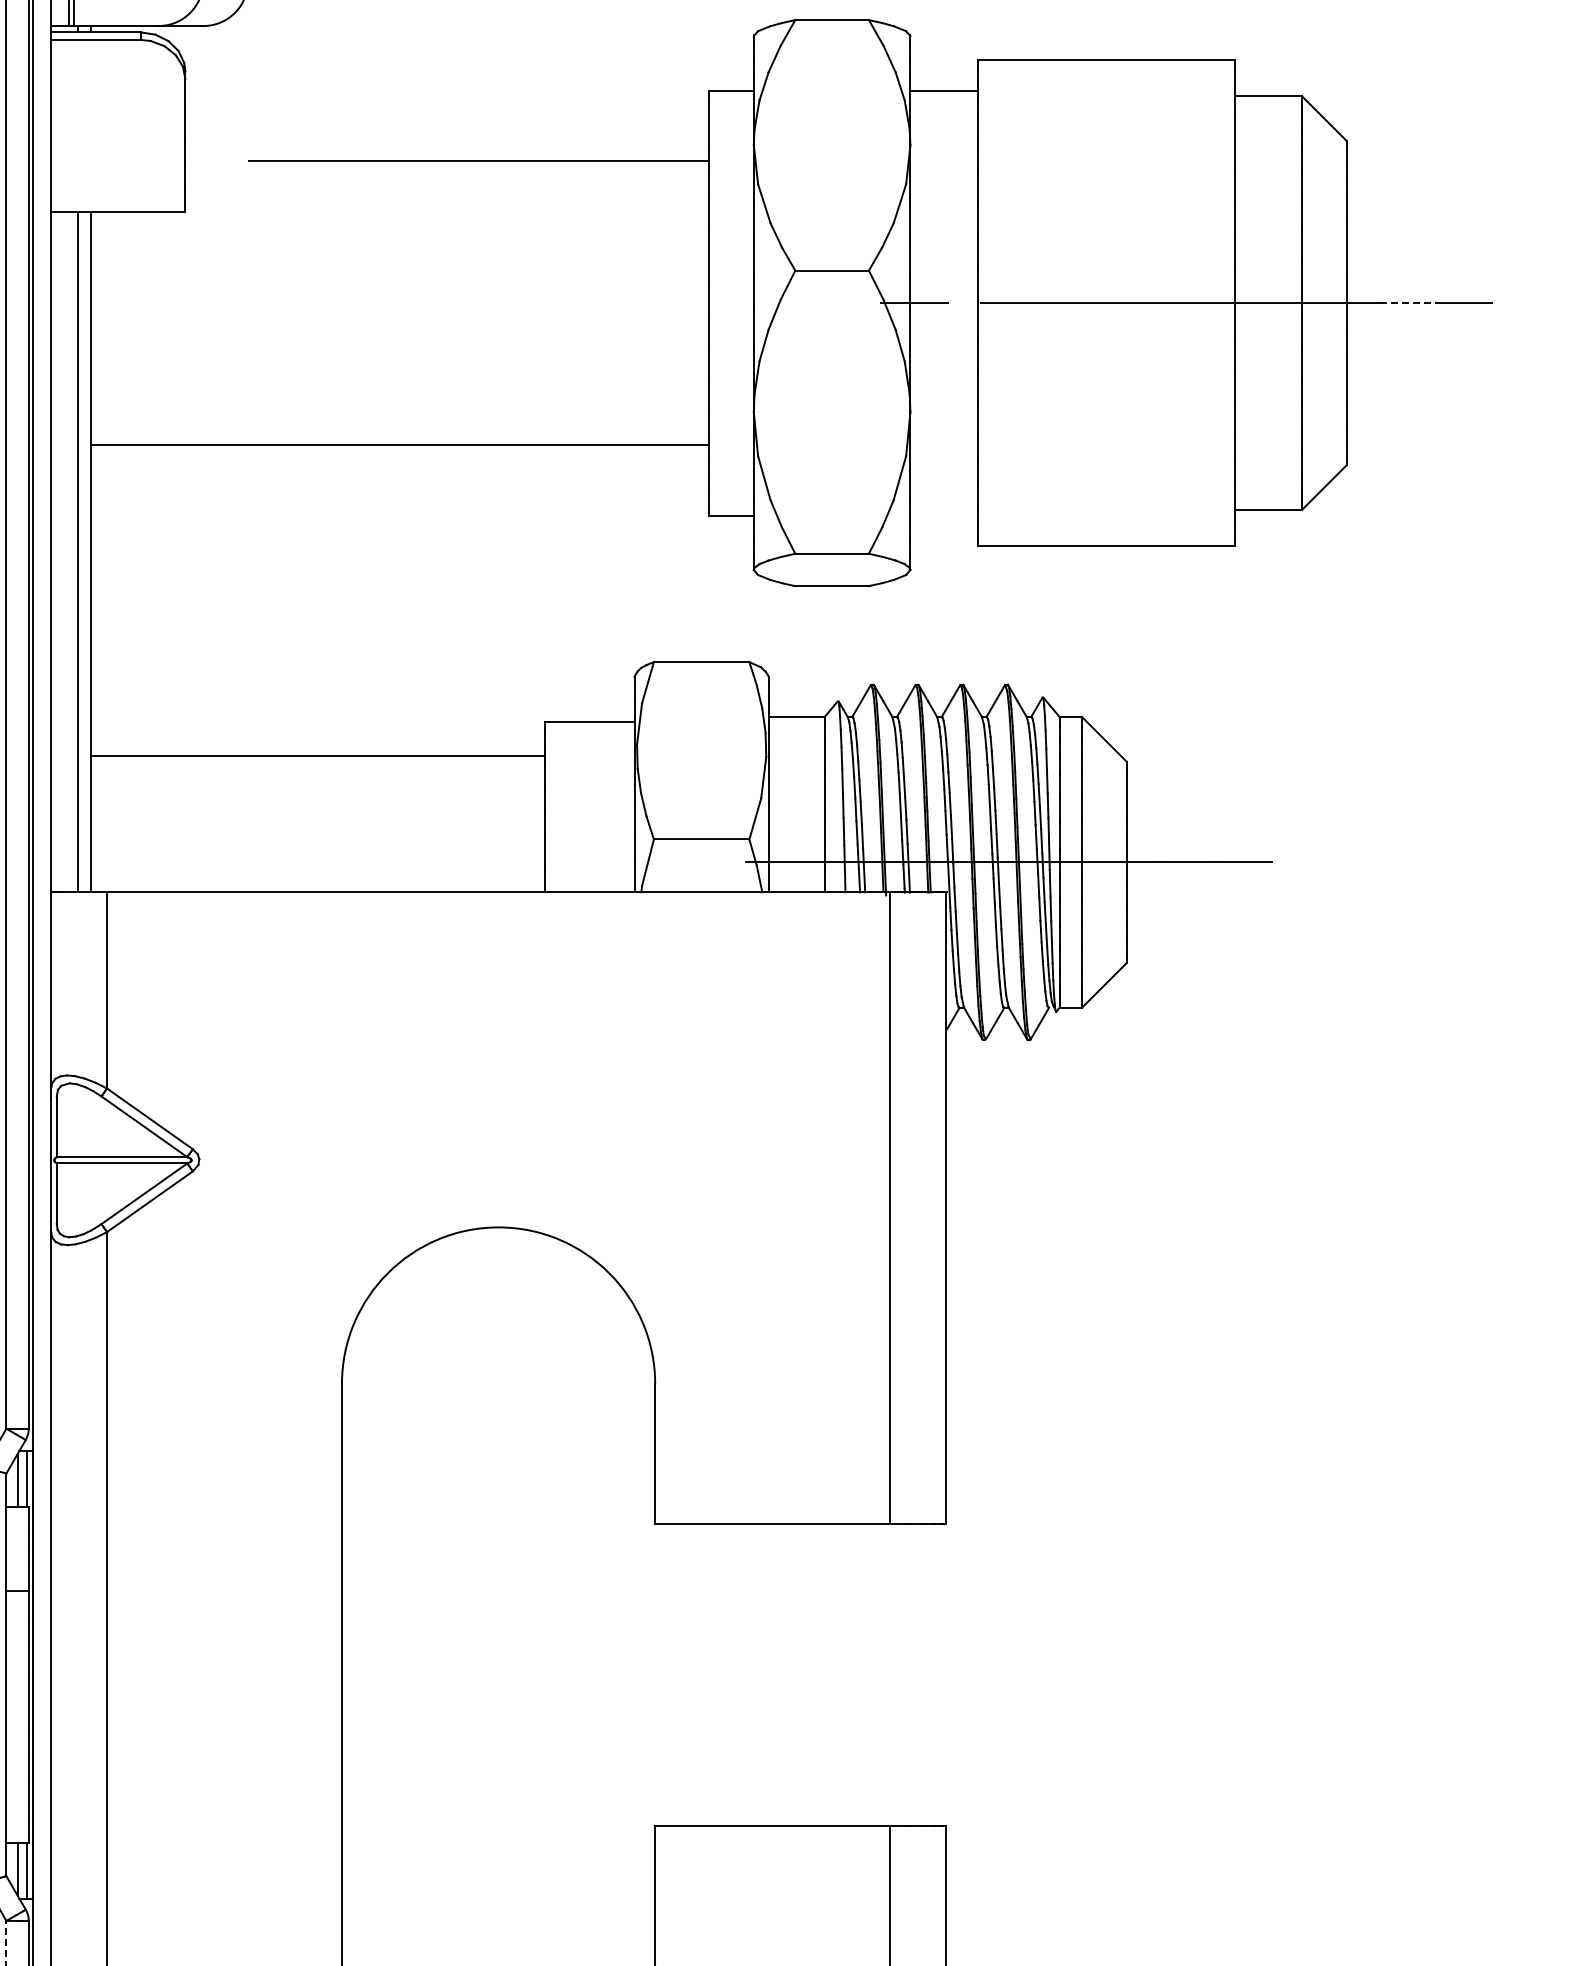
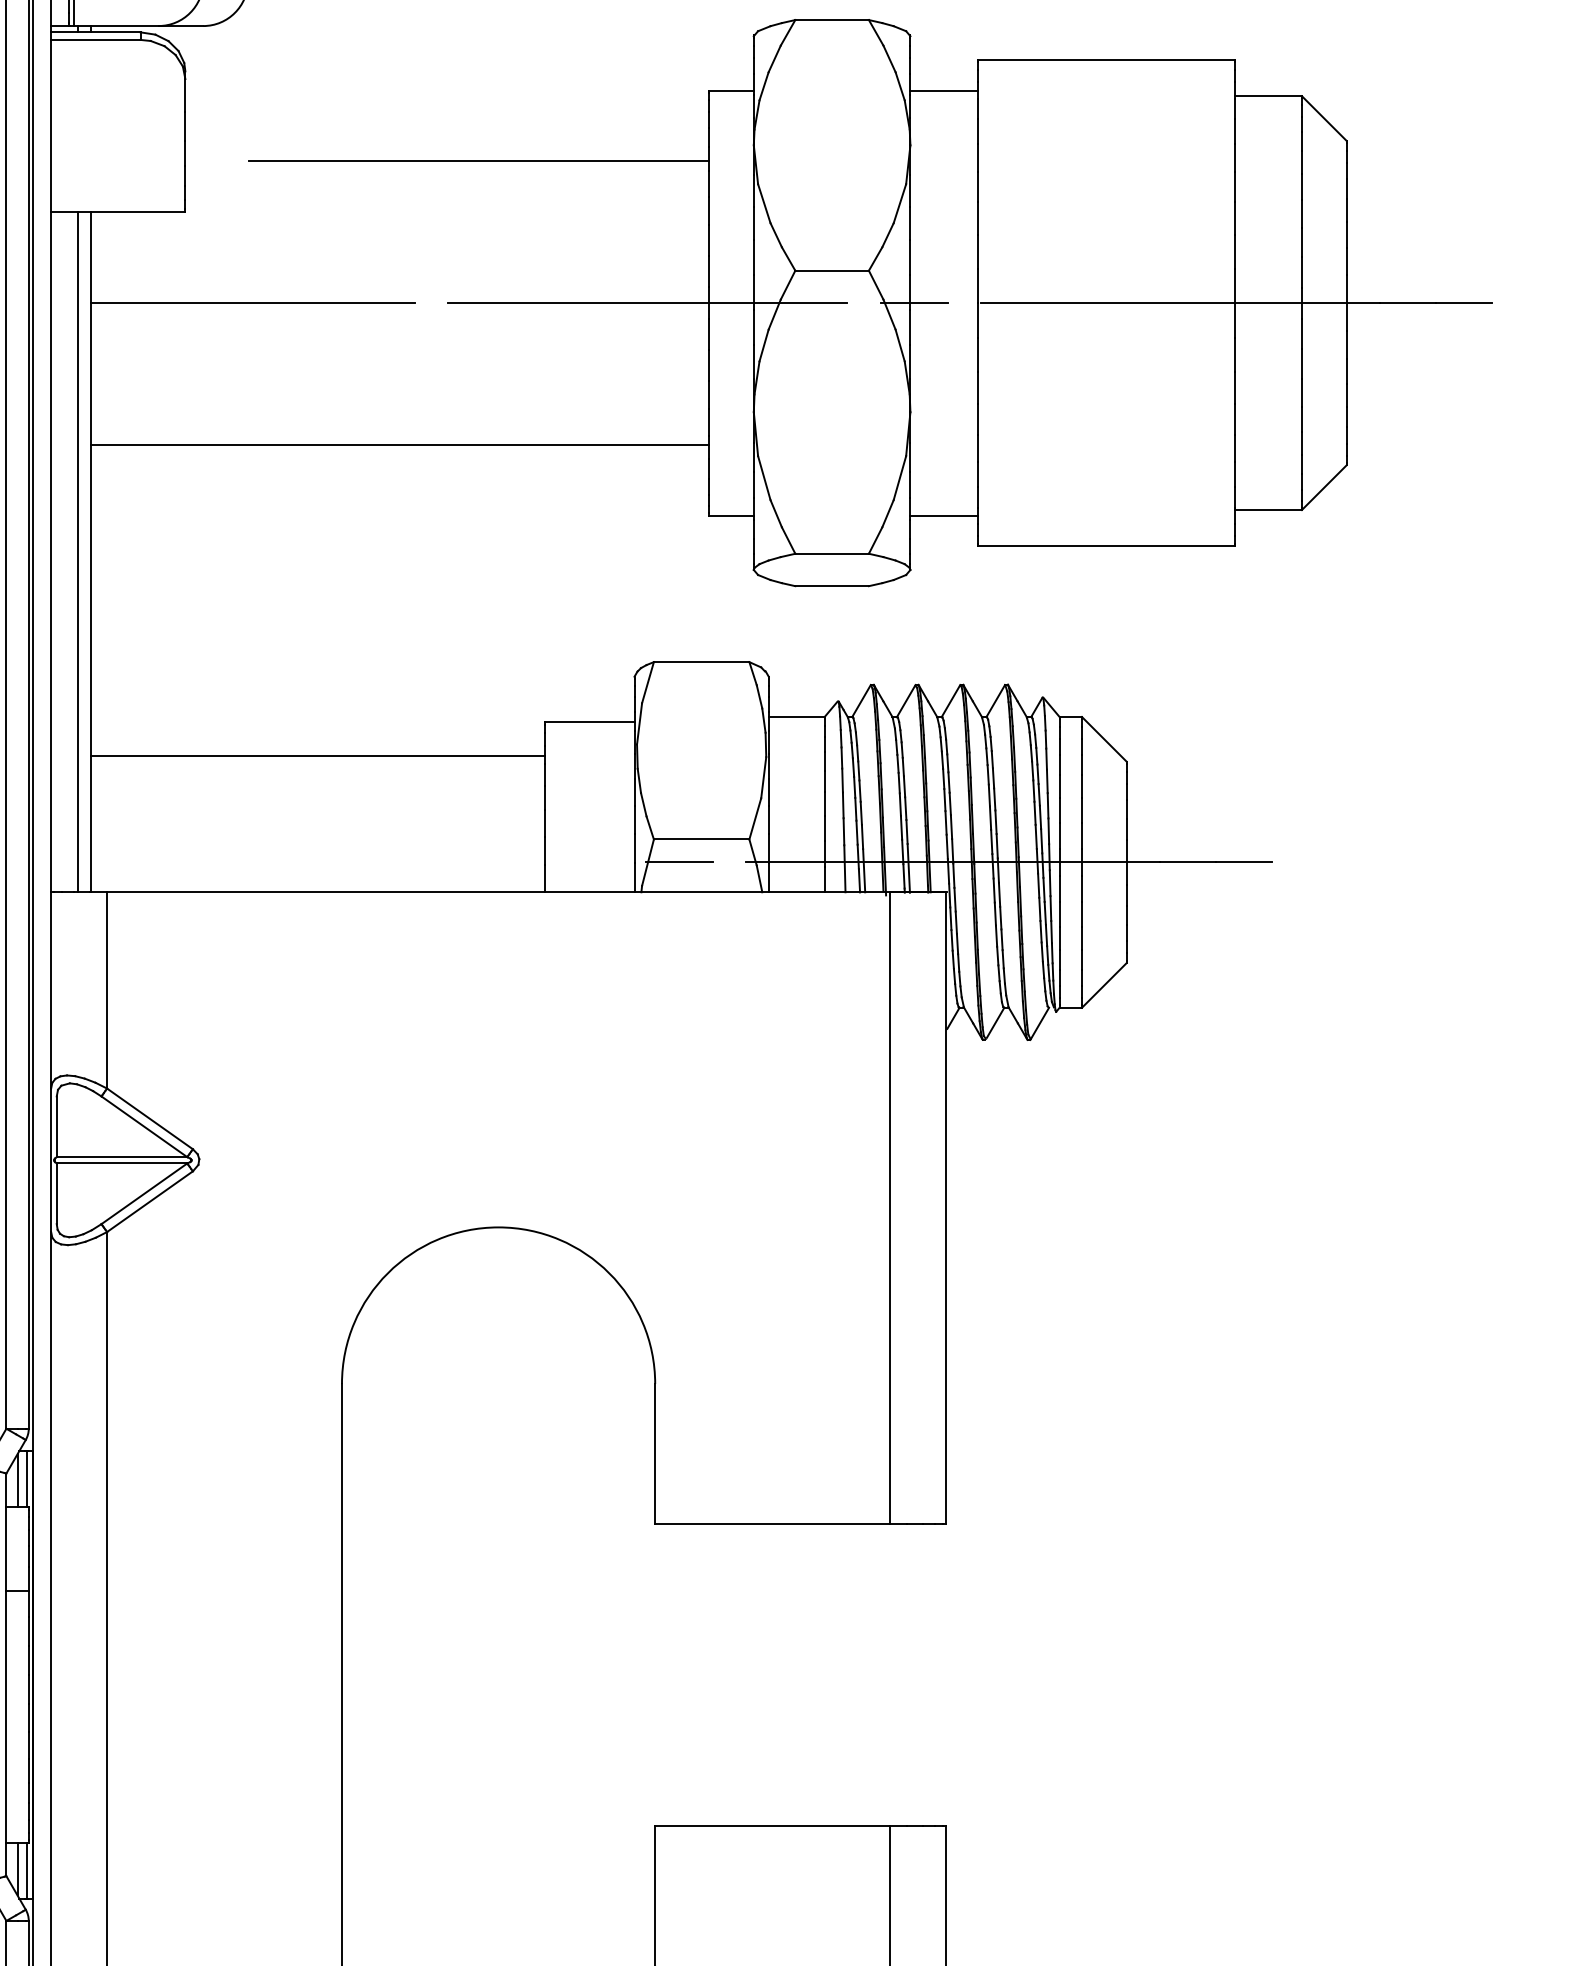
line at (252, 303): none -> present
line at (647, 303): none -> present
line at (1408, 303): dashed -> solid
line at (943, 515): none -> present
line at (678, 862): none -> present
line at (6, 1942): dashed -> solid
